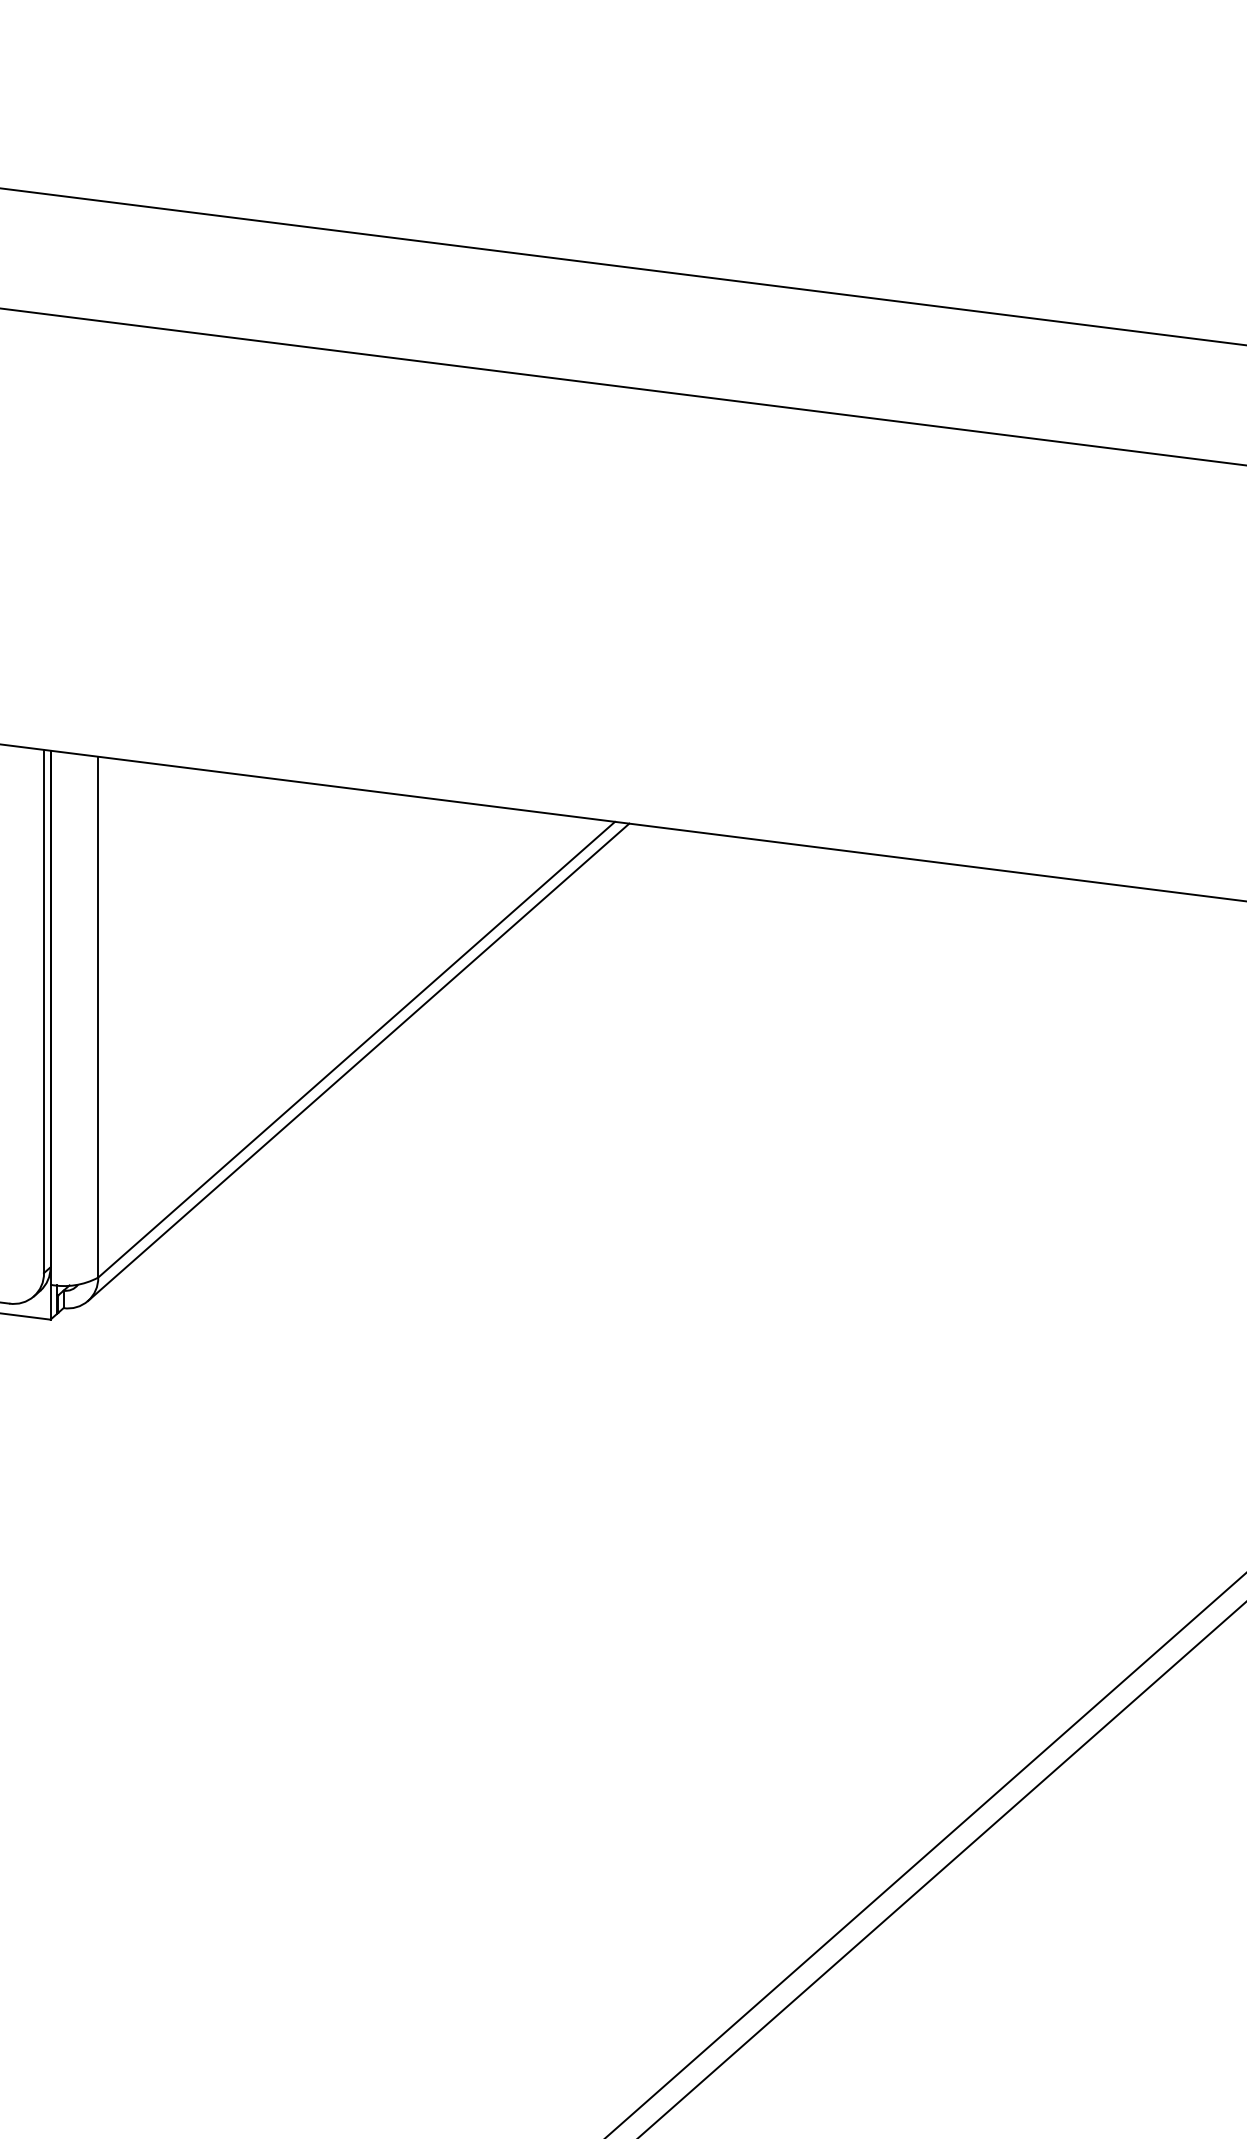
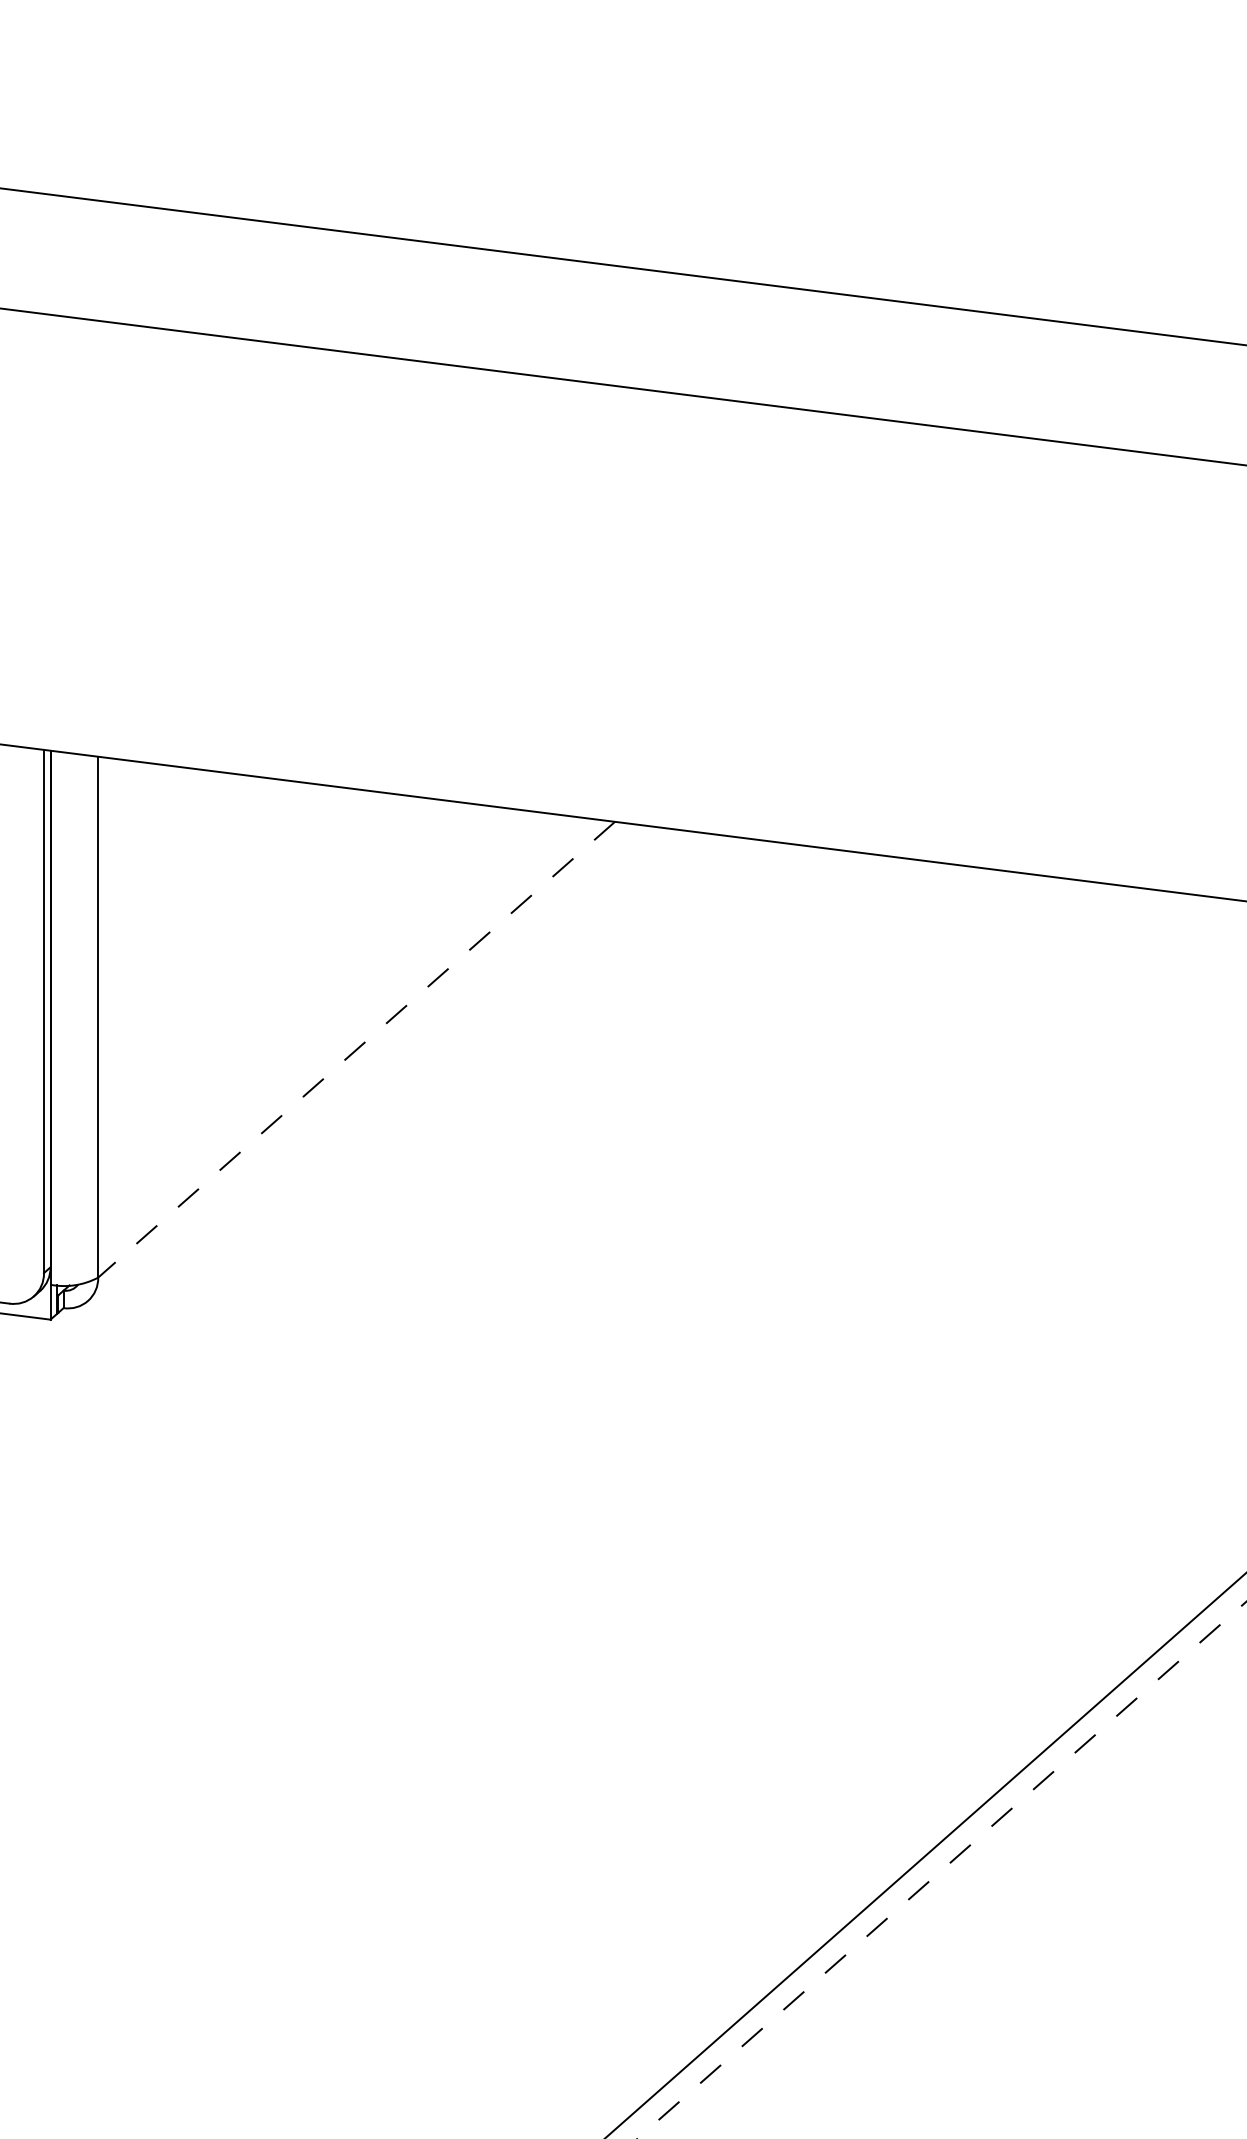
line at (356, 1049): solid -> dashed
line at (358, 1062): present -> none
line at (942, 1870): solid -> dashed
